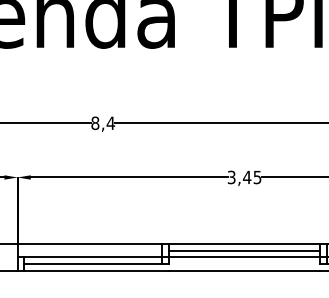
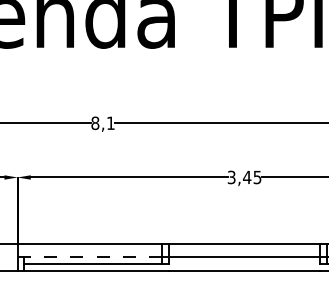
text at (110, 122): 8,4 -> 8,1
line at (244, 250): present -> none
line at (90, 257): solid -> dashed
